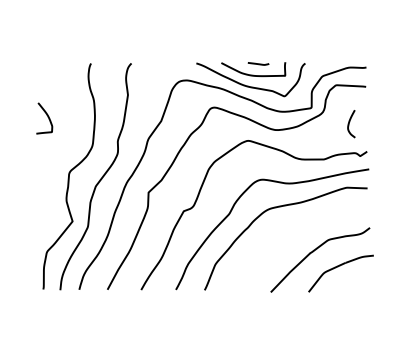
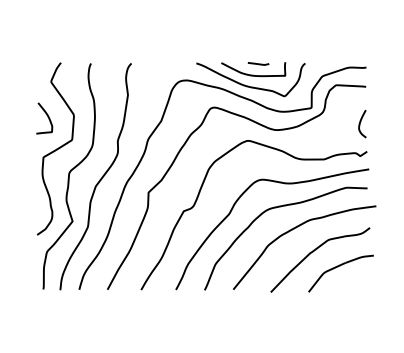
curve at (349, 124) position: (349, 124) -> (360, 124)
curve at (56, 148): none -> present
curve at (294, 229): none -> present
